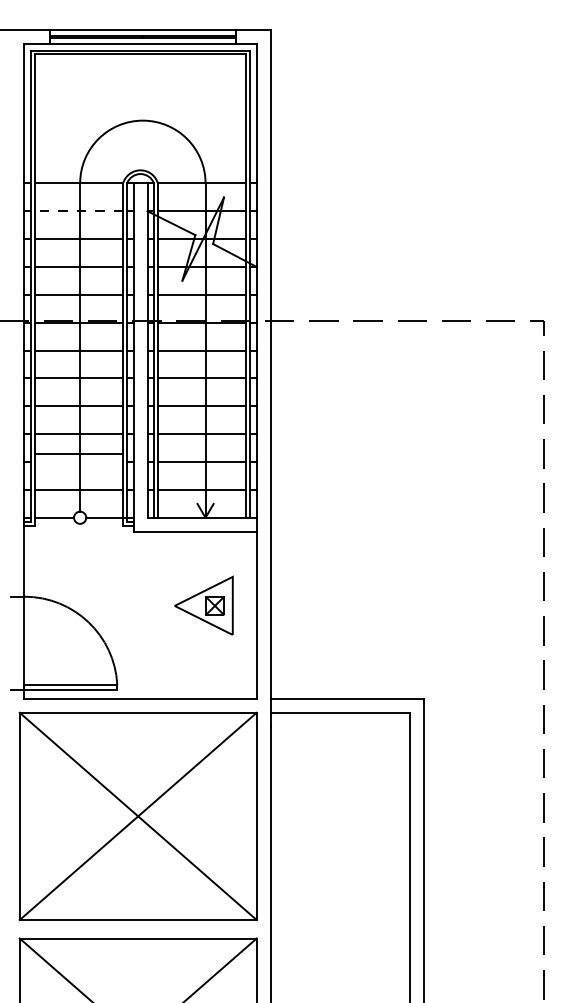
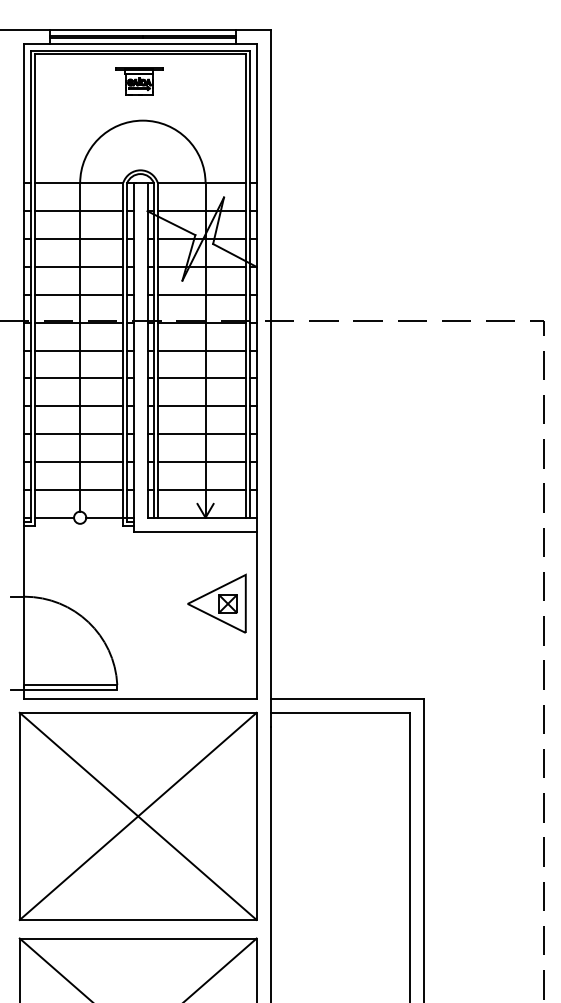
part at (139, 81): none -> present
line at (78, 211): dashed -> solid
line at (78, 454) position: (78, 454) -> (78, 462)
part at (203, 605) position: (203, 605) -> (216, 603)
